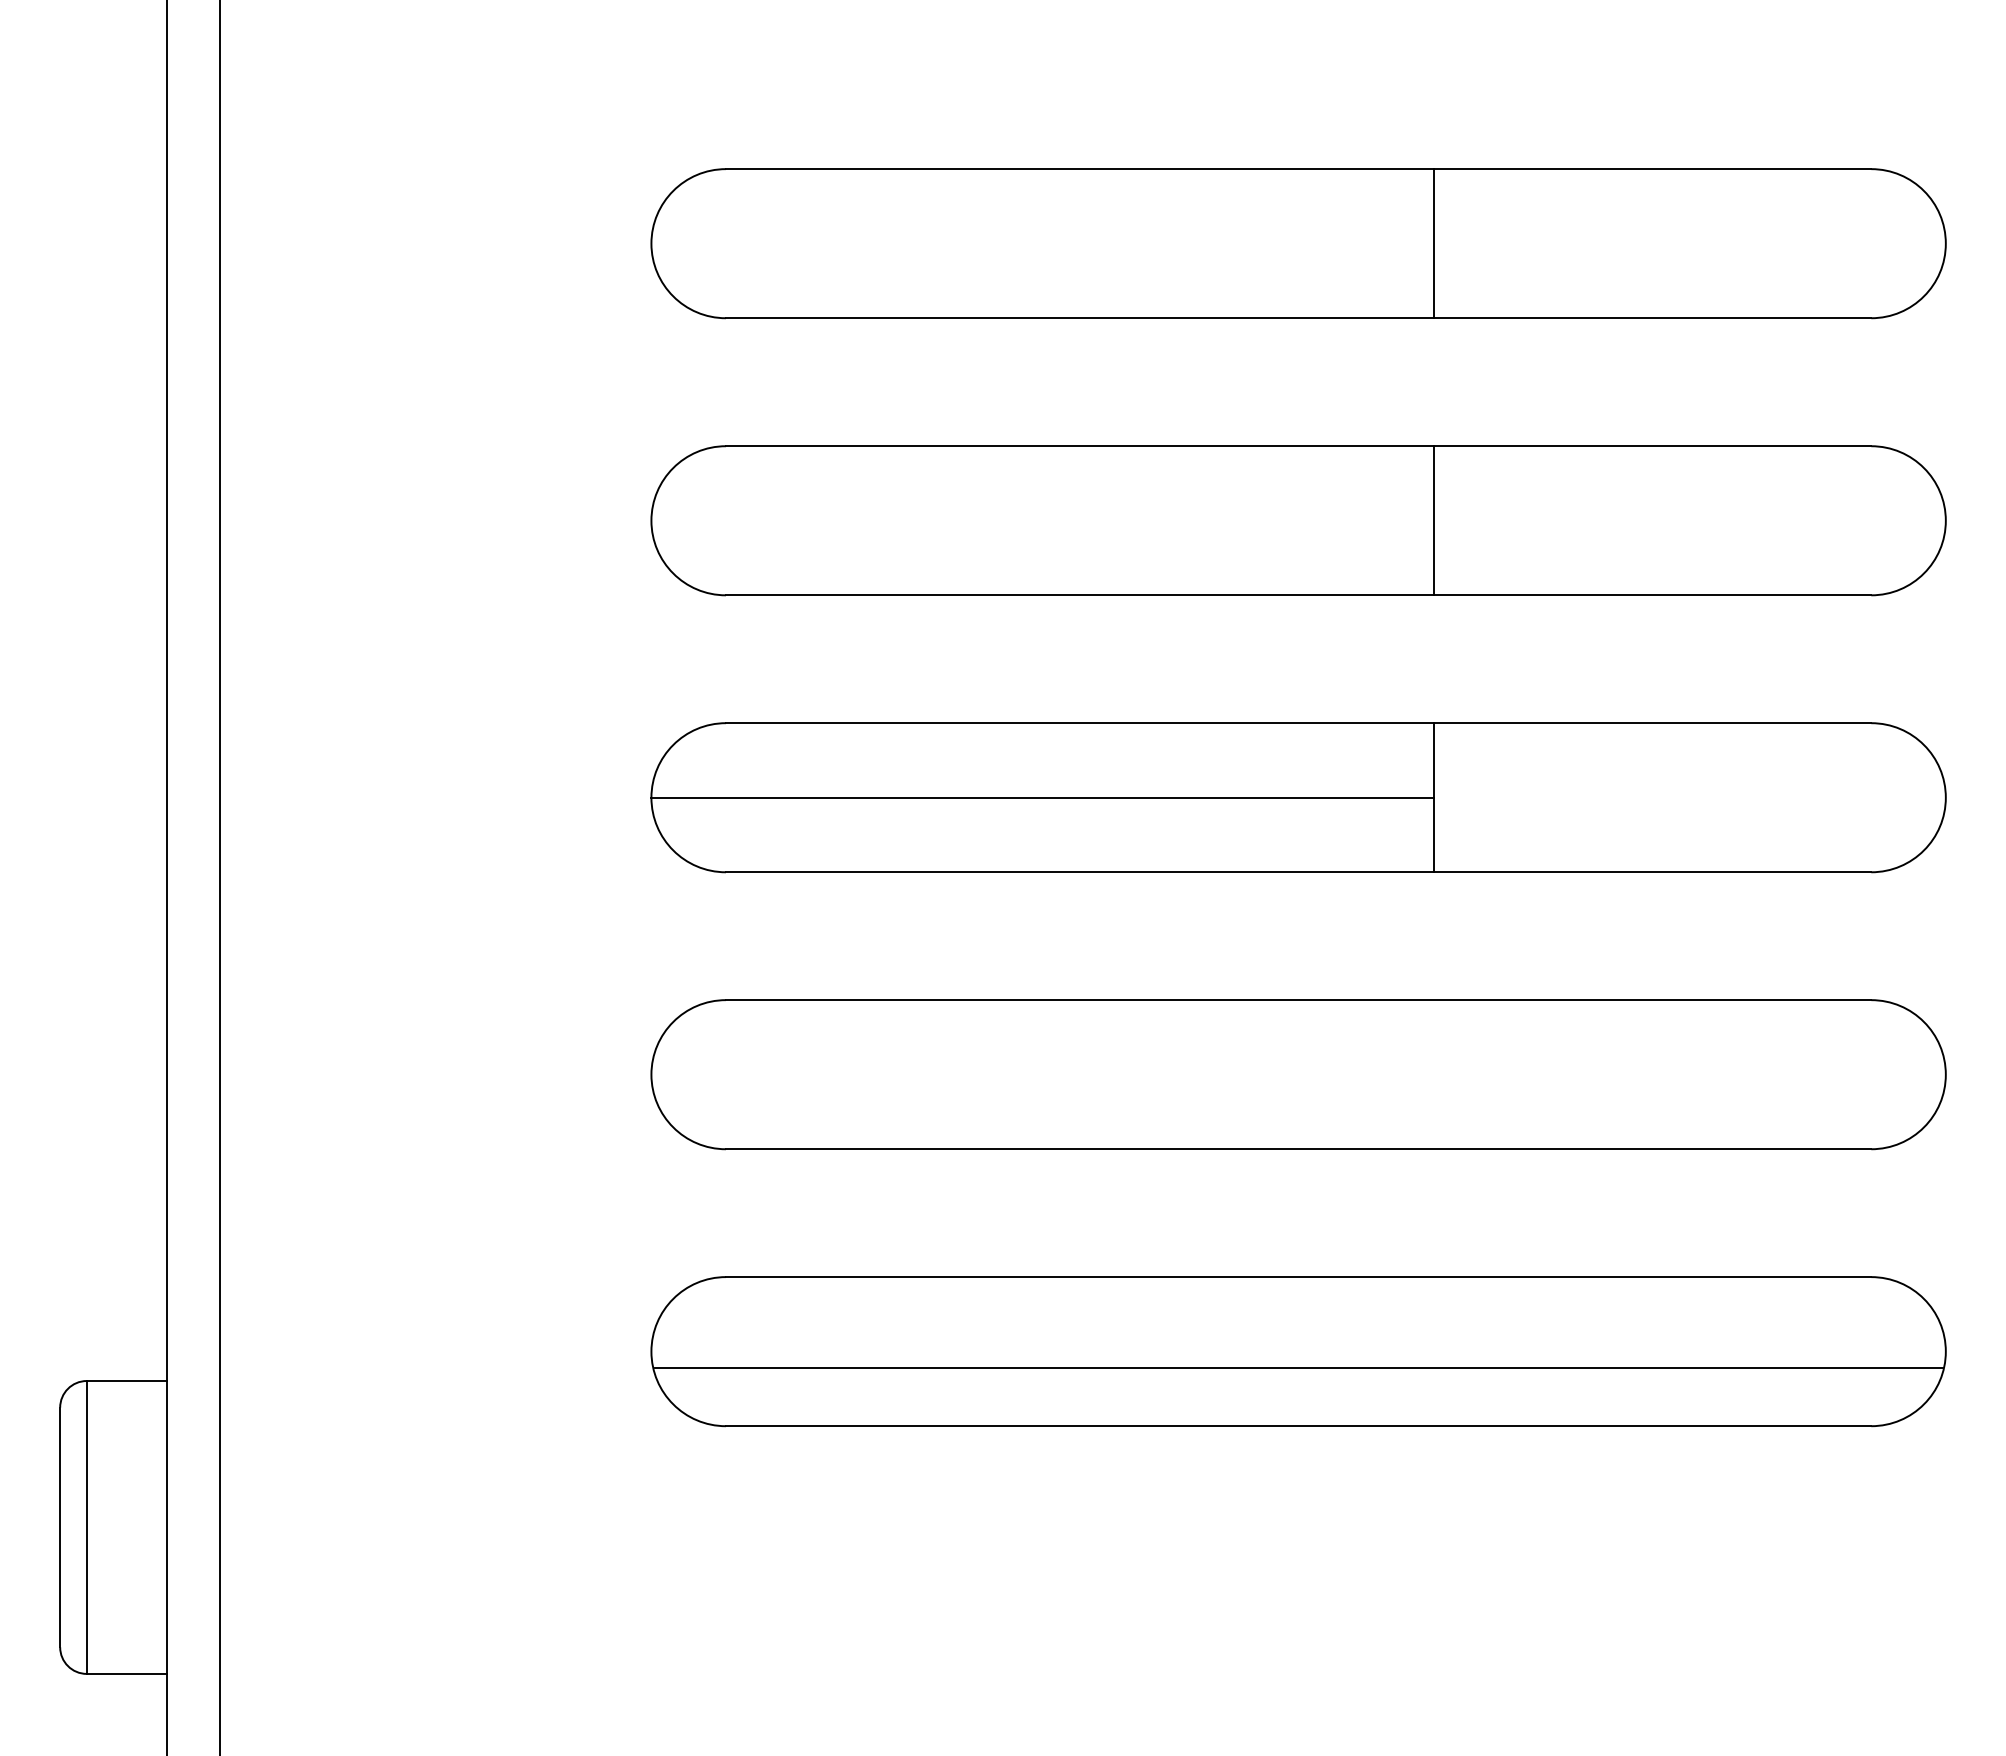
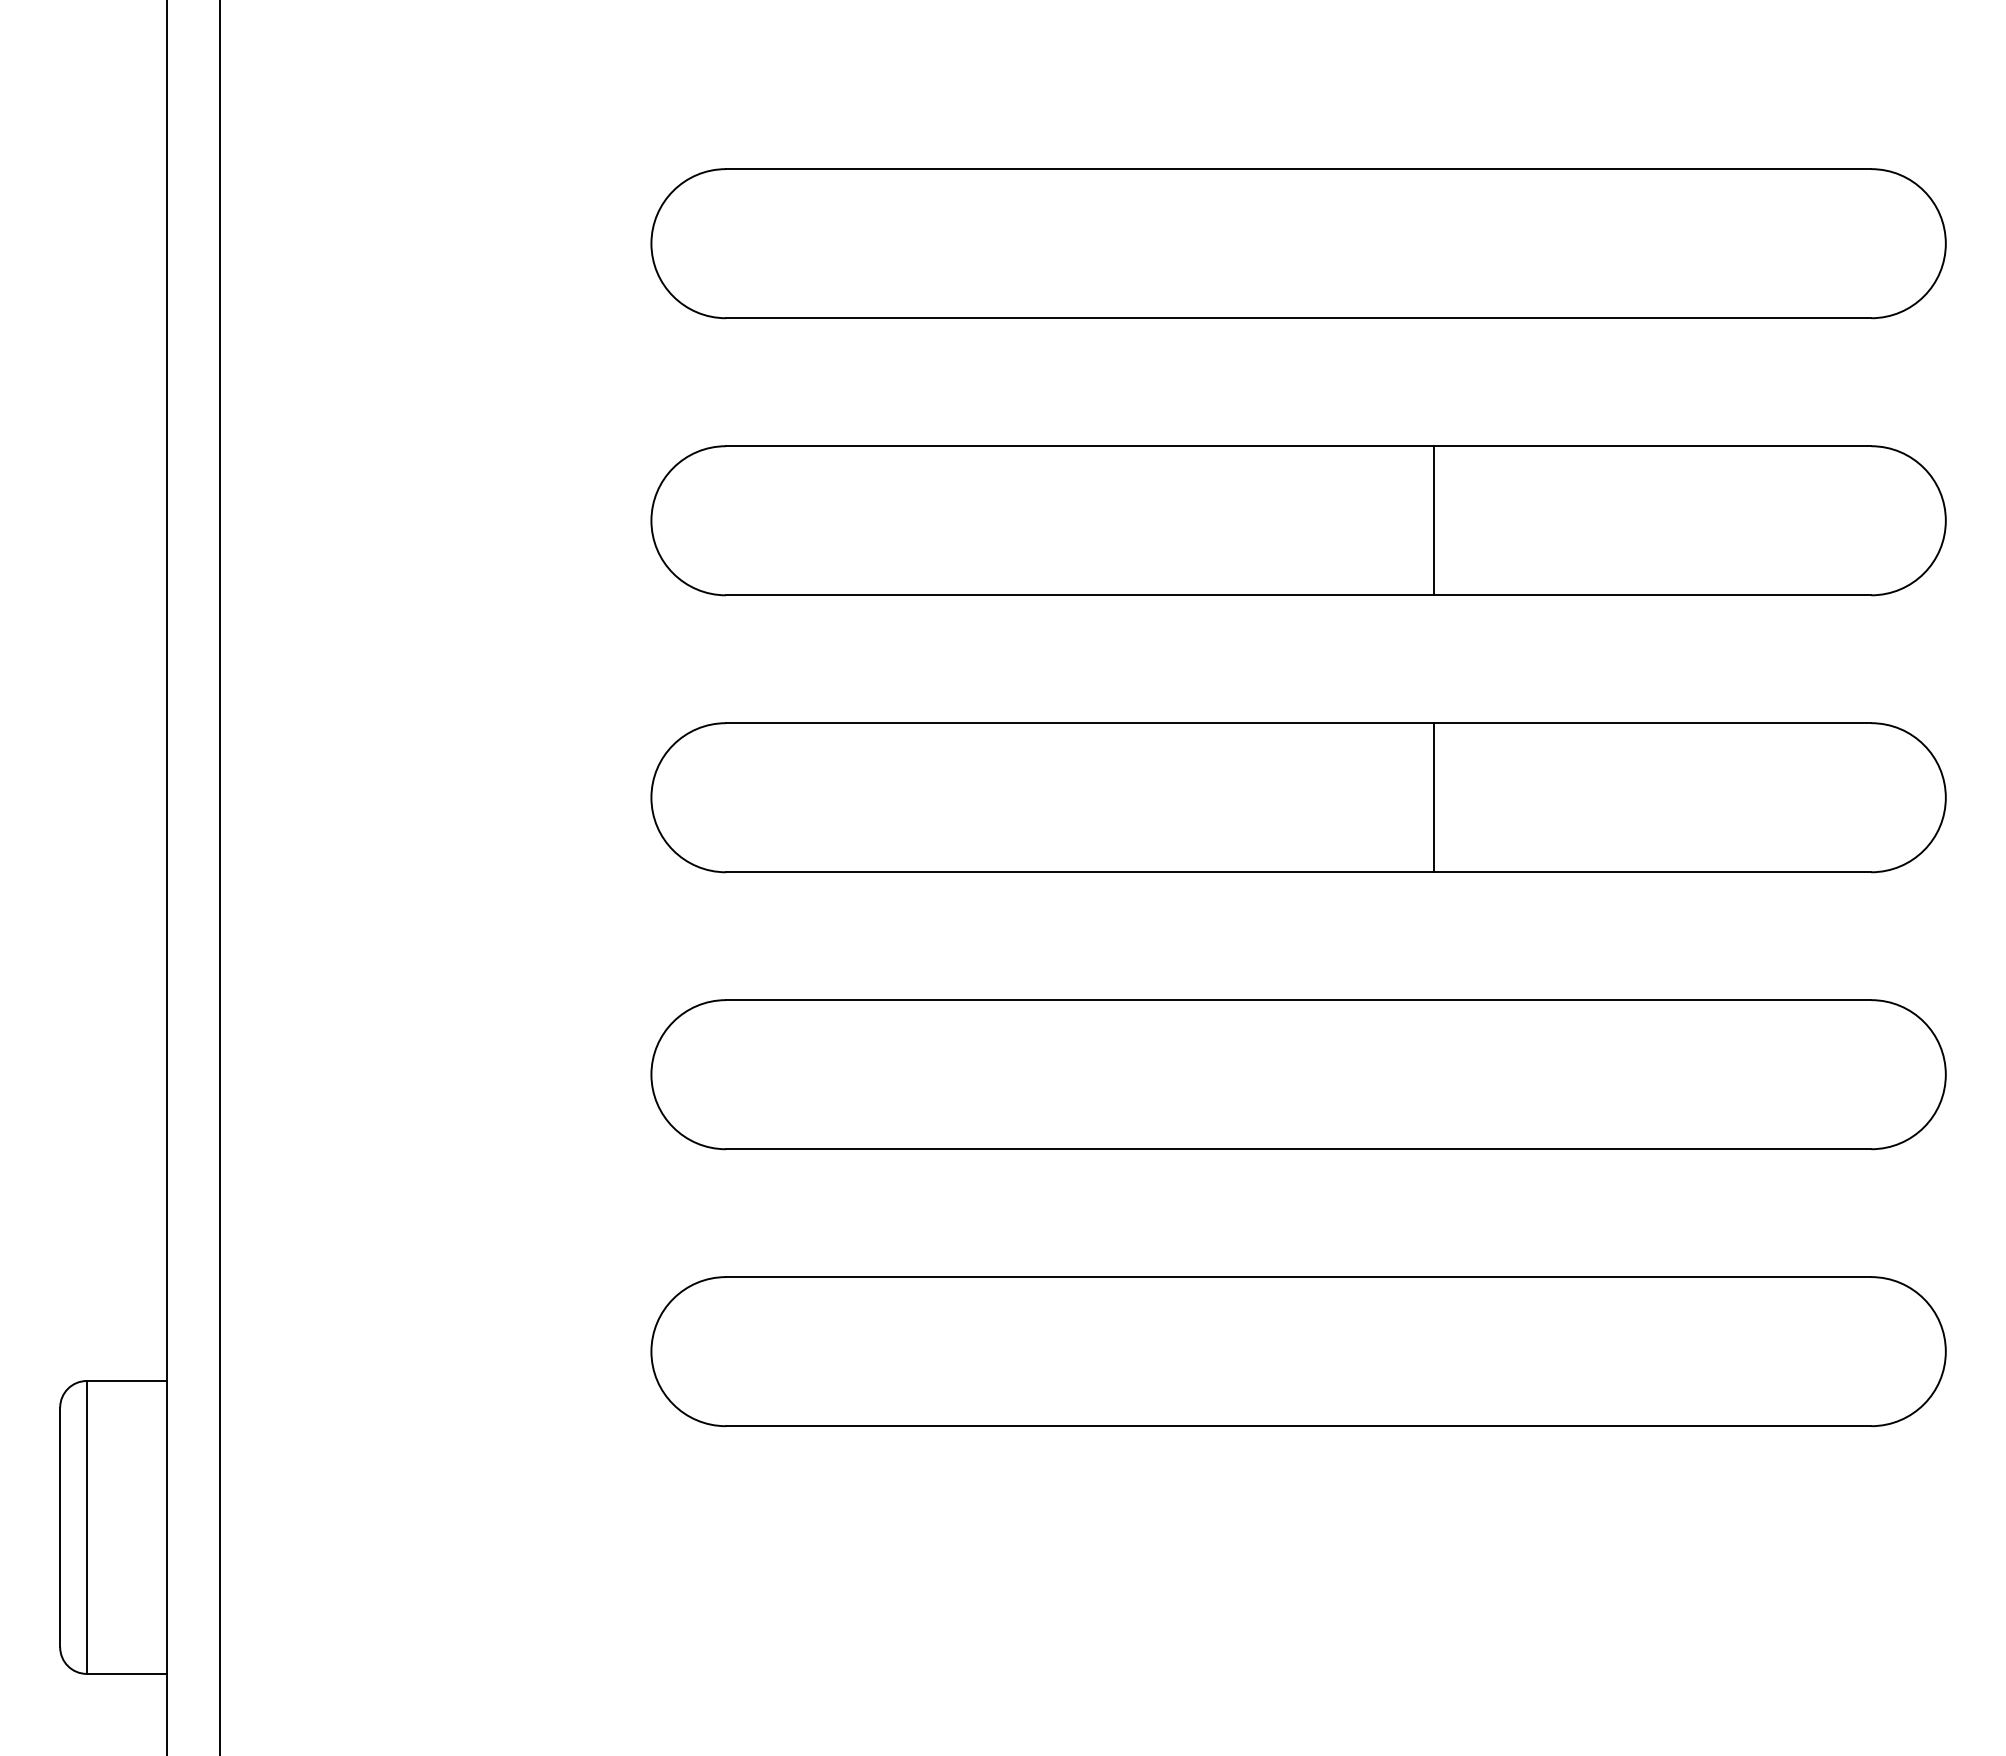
line at (1434, 243): present -> none
line at (1042, 797): present -> none
line at (1298, 1367): present -> none
